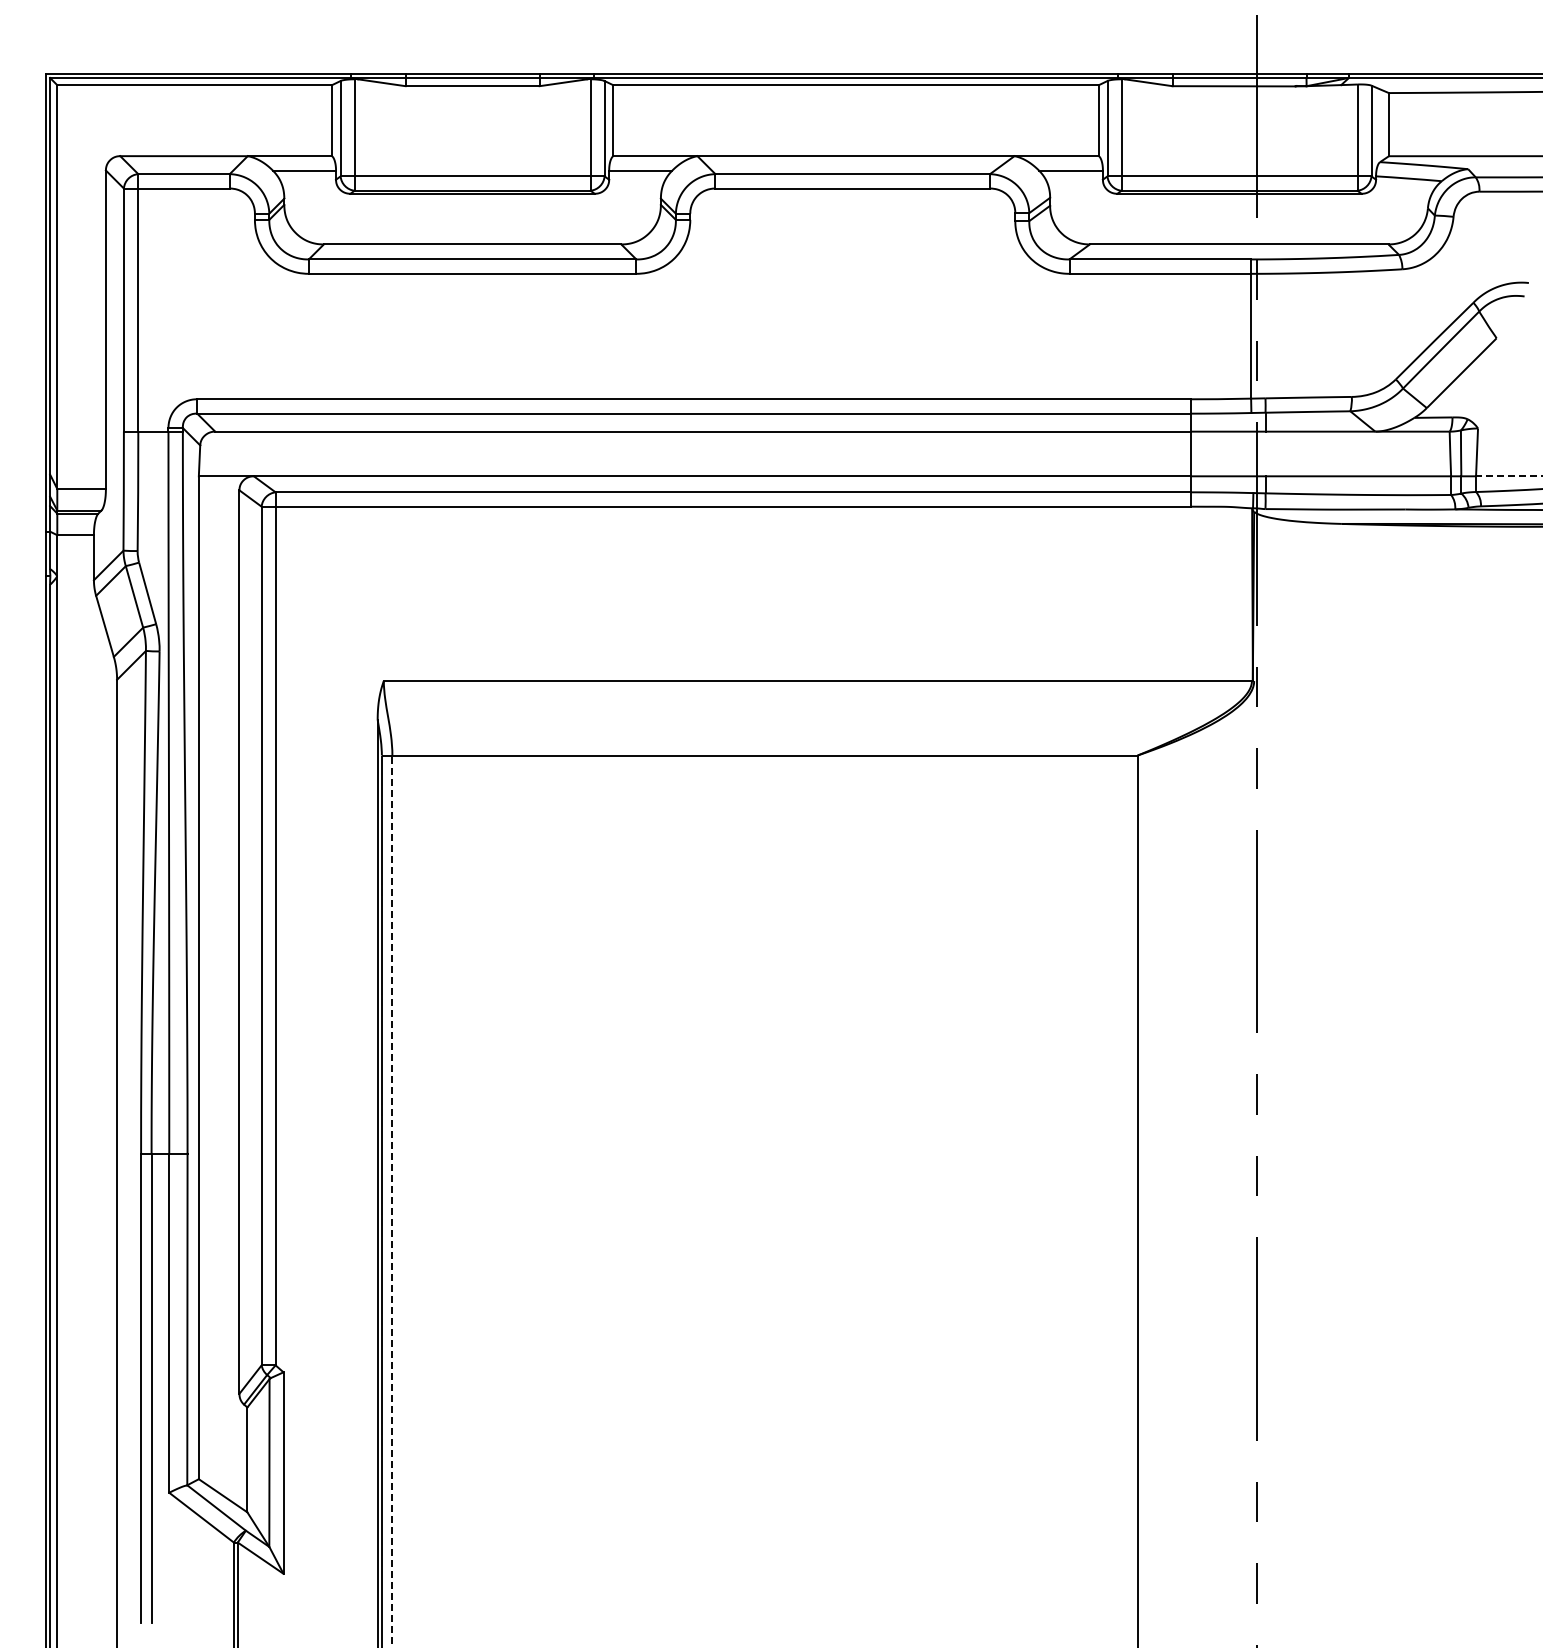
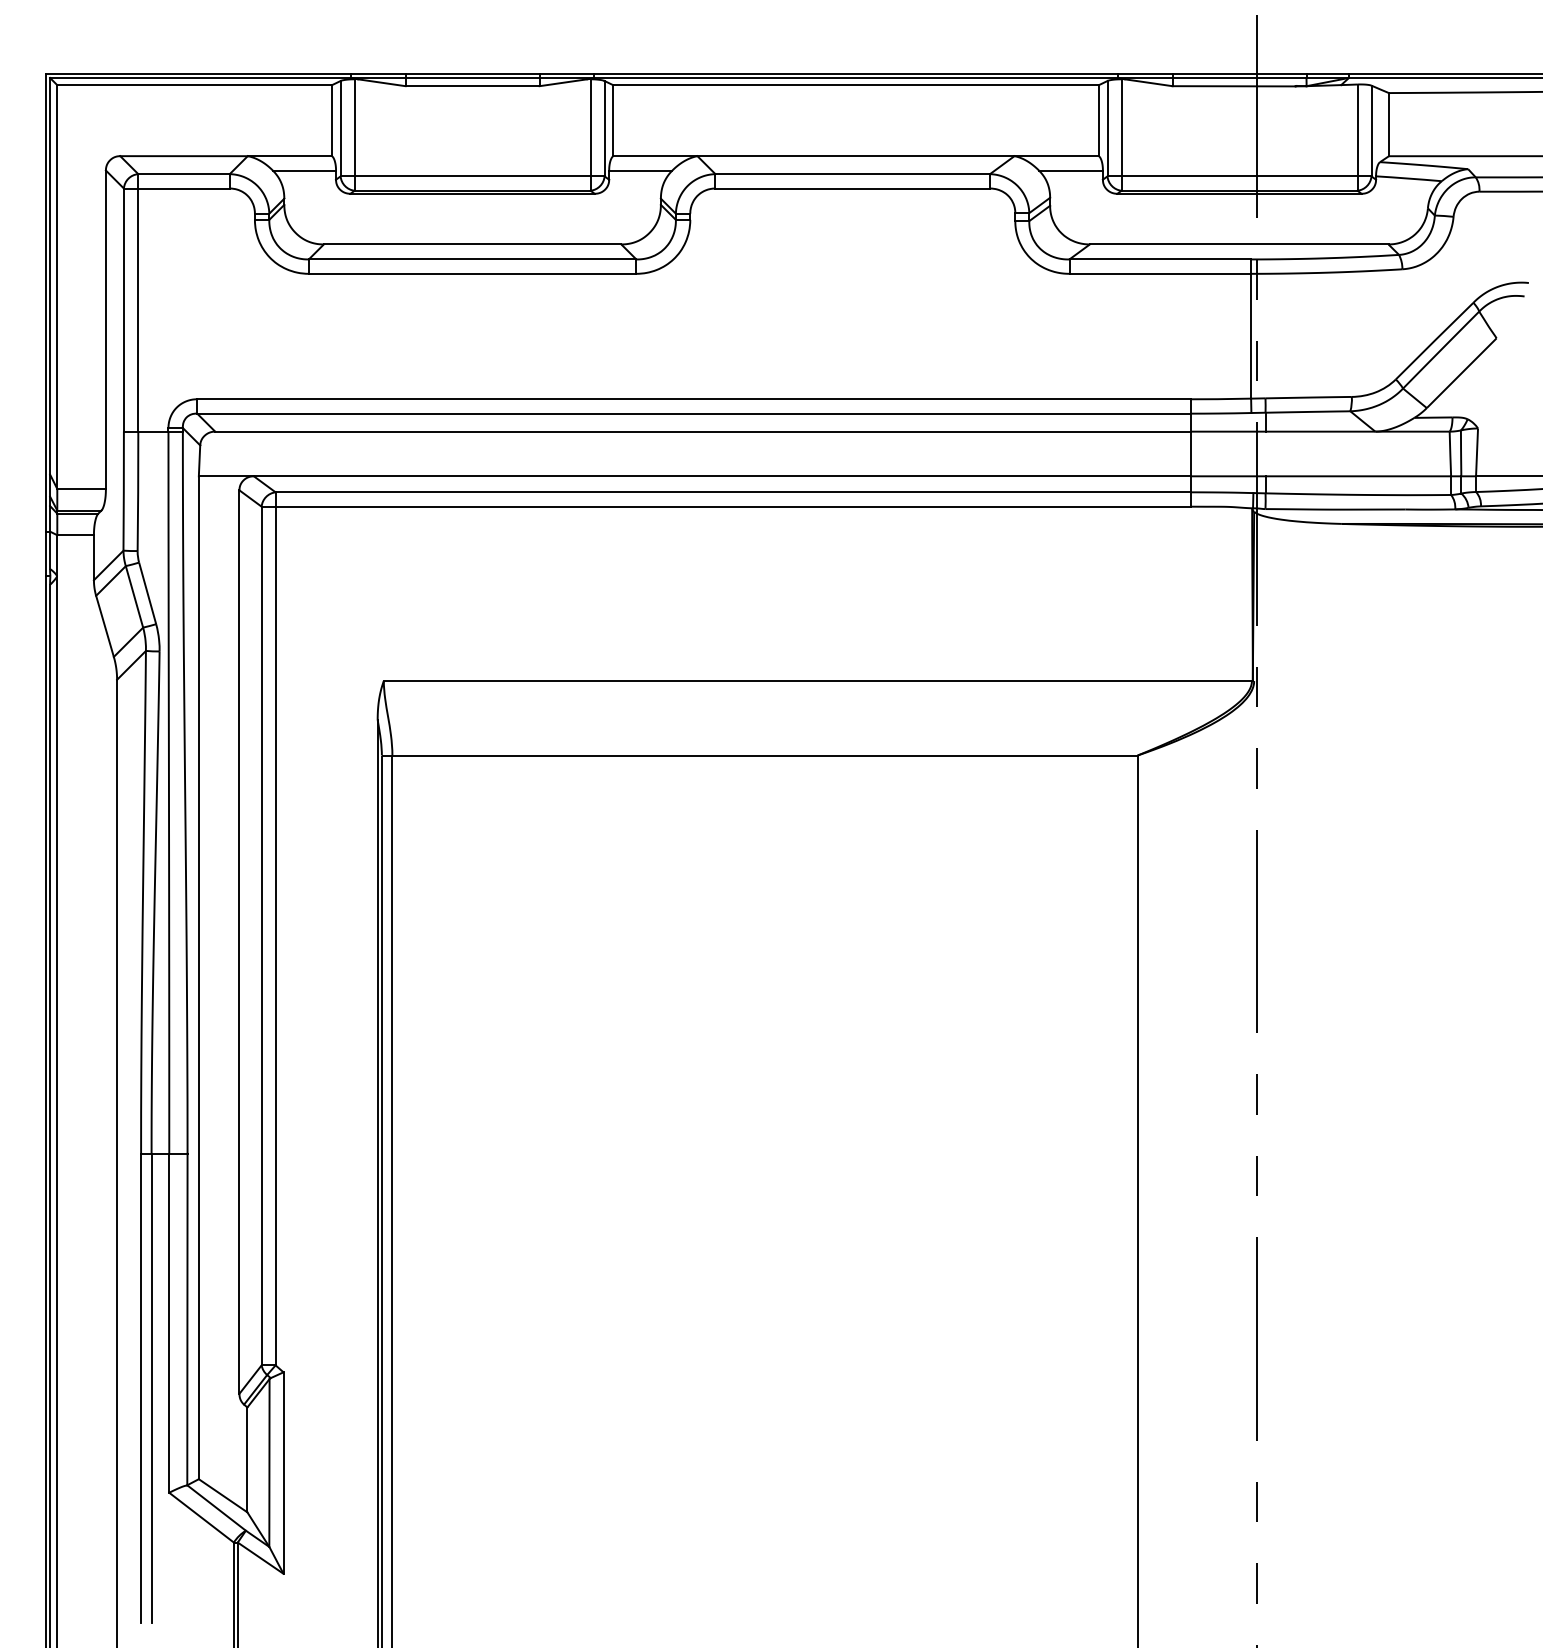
line at (1508, 476): dashed -> solid
line at (392, 1201): dashed -> solid
